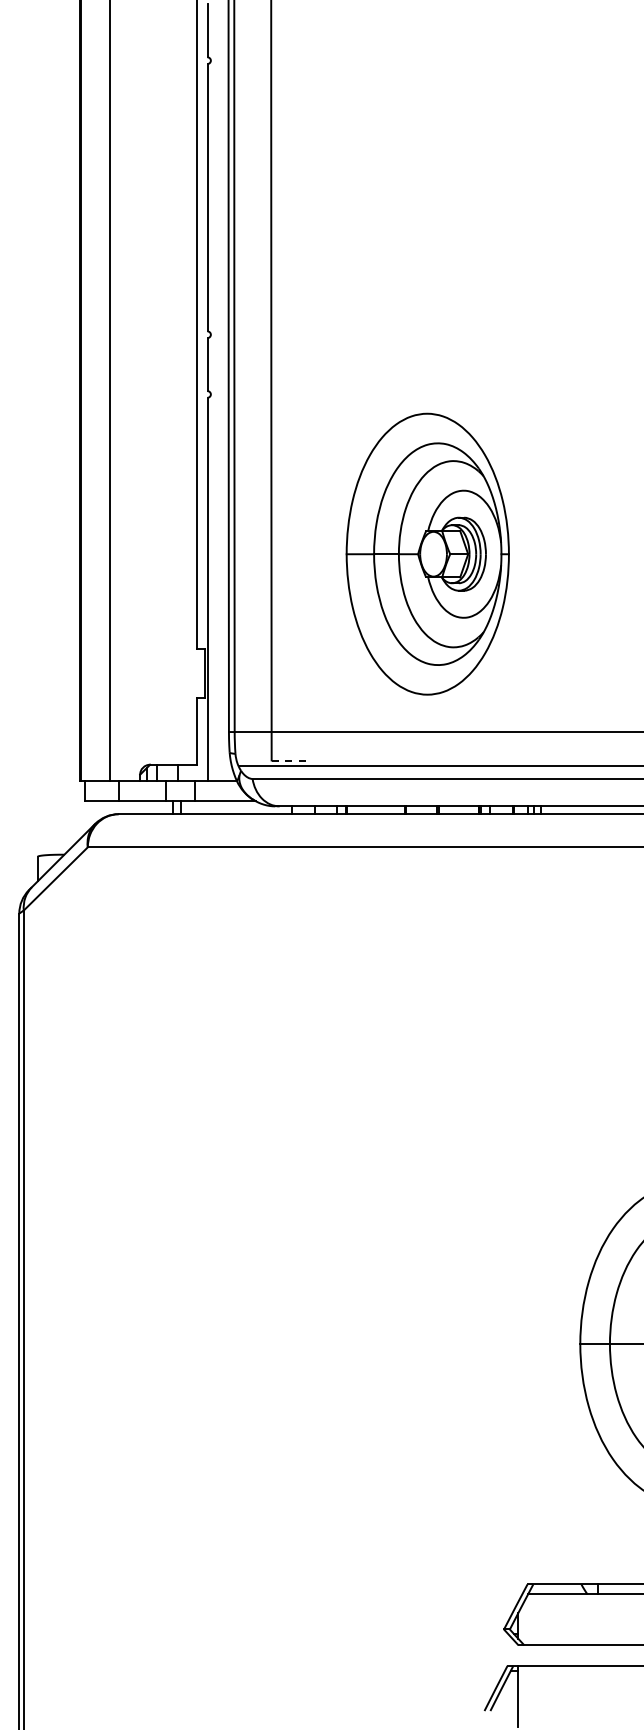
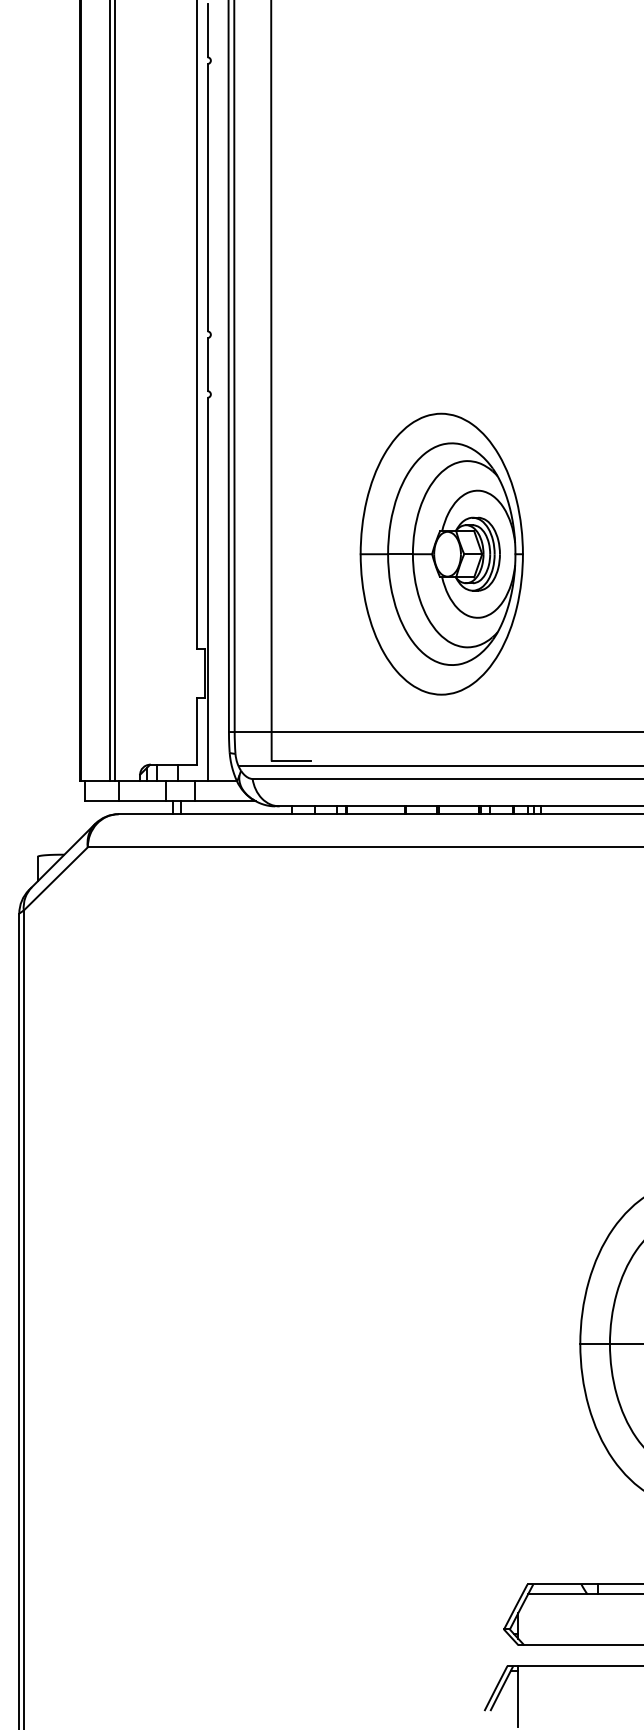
line at (115, 391): none -> present
part at (427, 553) position: (427, 553) -> (441, 553)
line at (291, 761): dashed -> solid
